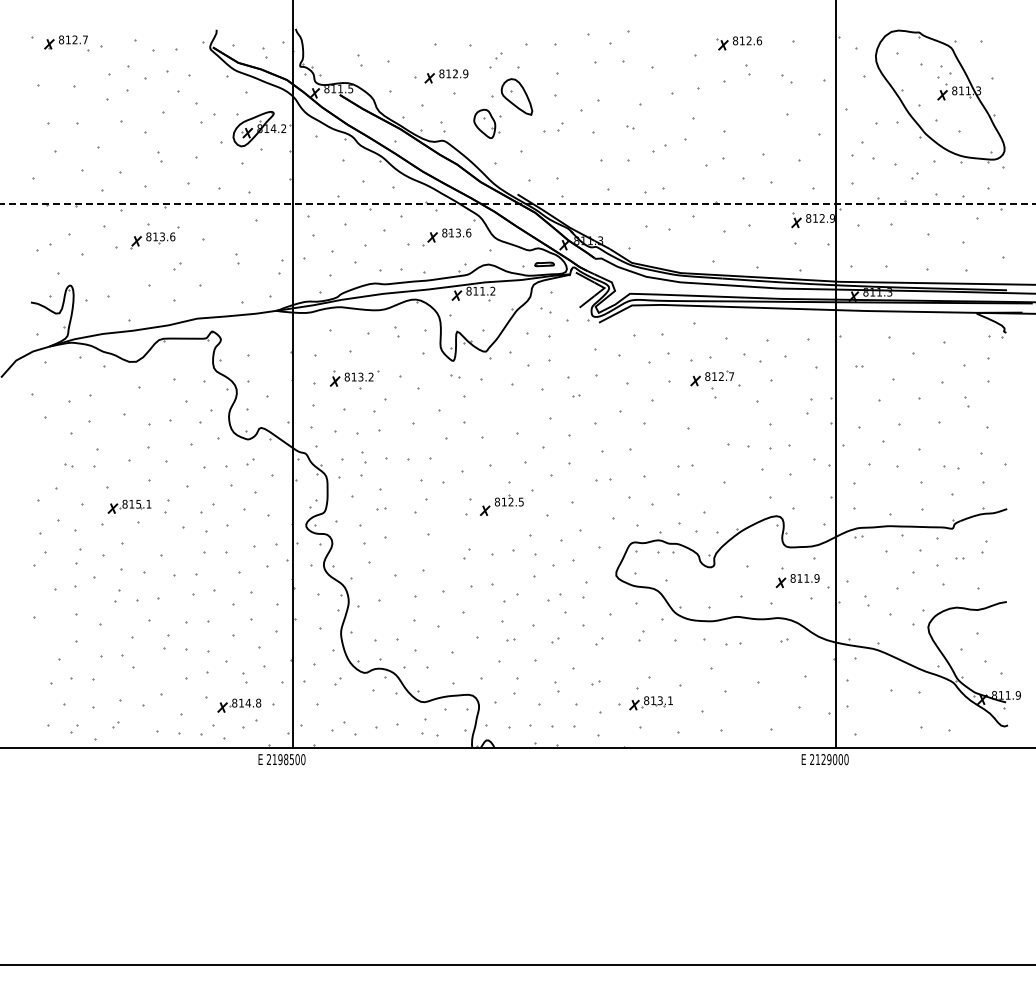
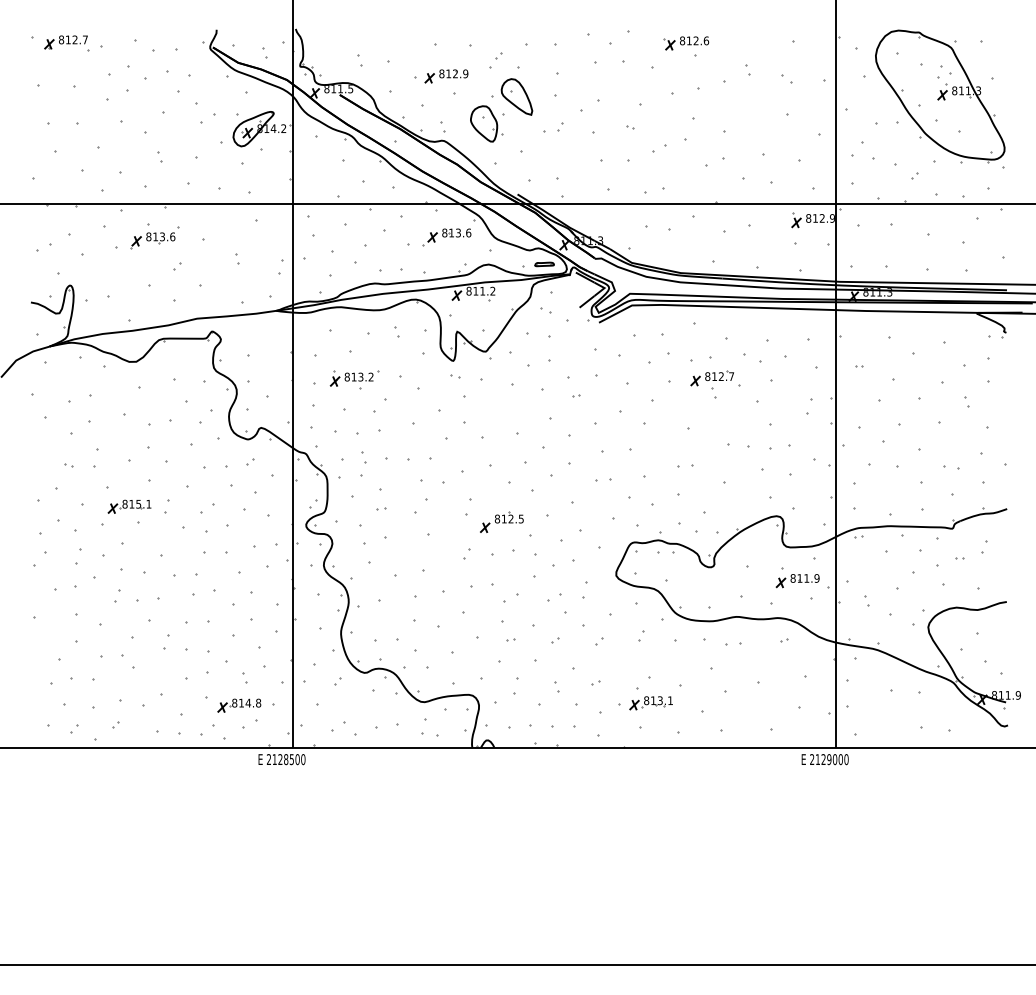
part at (739, 43) position: (739, 43) -> (686, 43)
part at (487, 123) size: 29x31 px -> 35x38 px
line at (518, 204): dashed -> solid
part at (501, 504) position: (501, 504) -> (501, 521)
text at (280, 759): 2198500 -> 2128500
